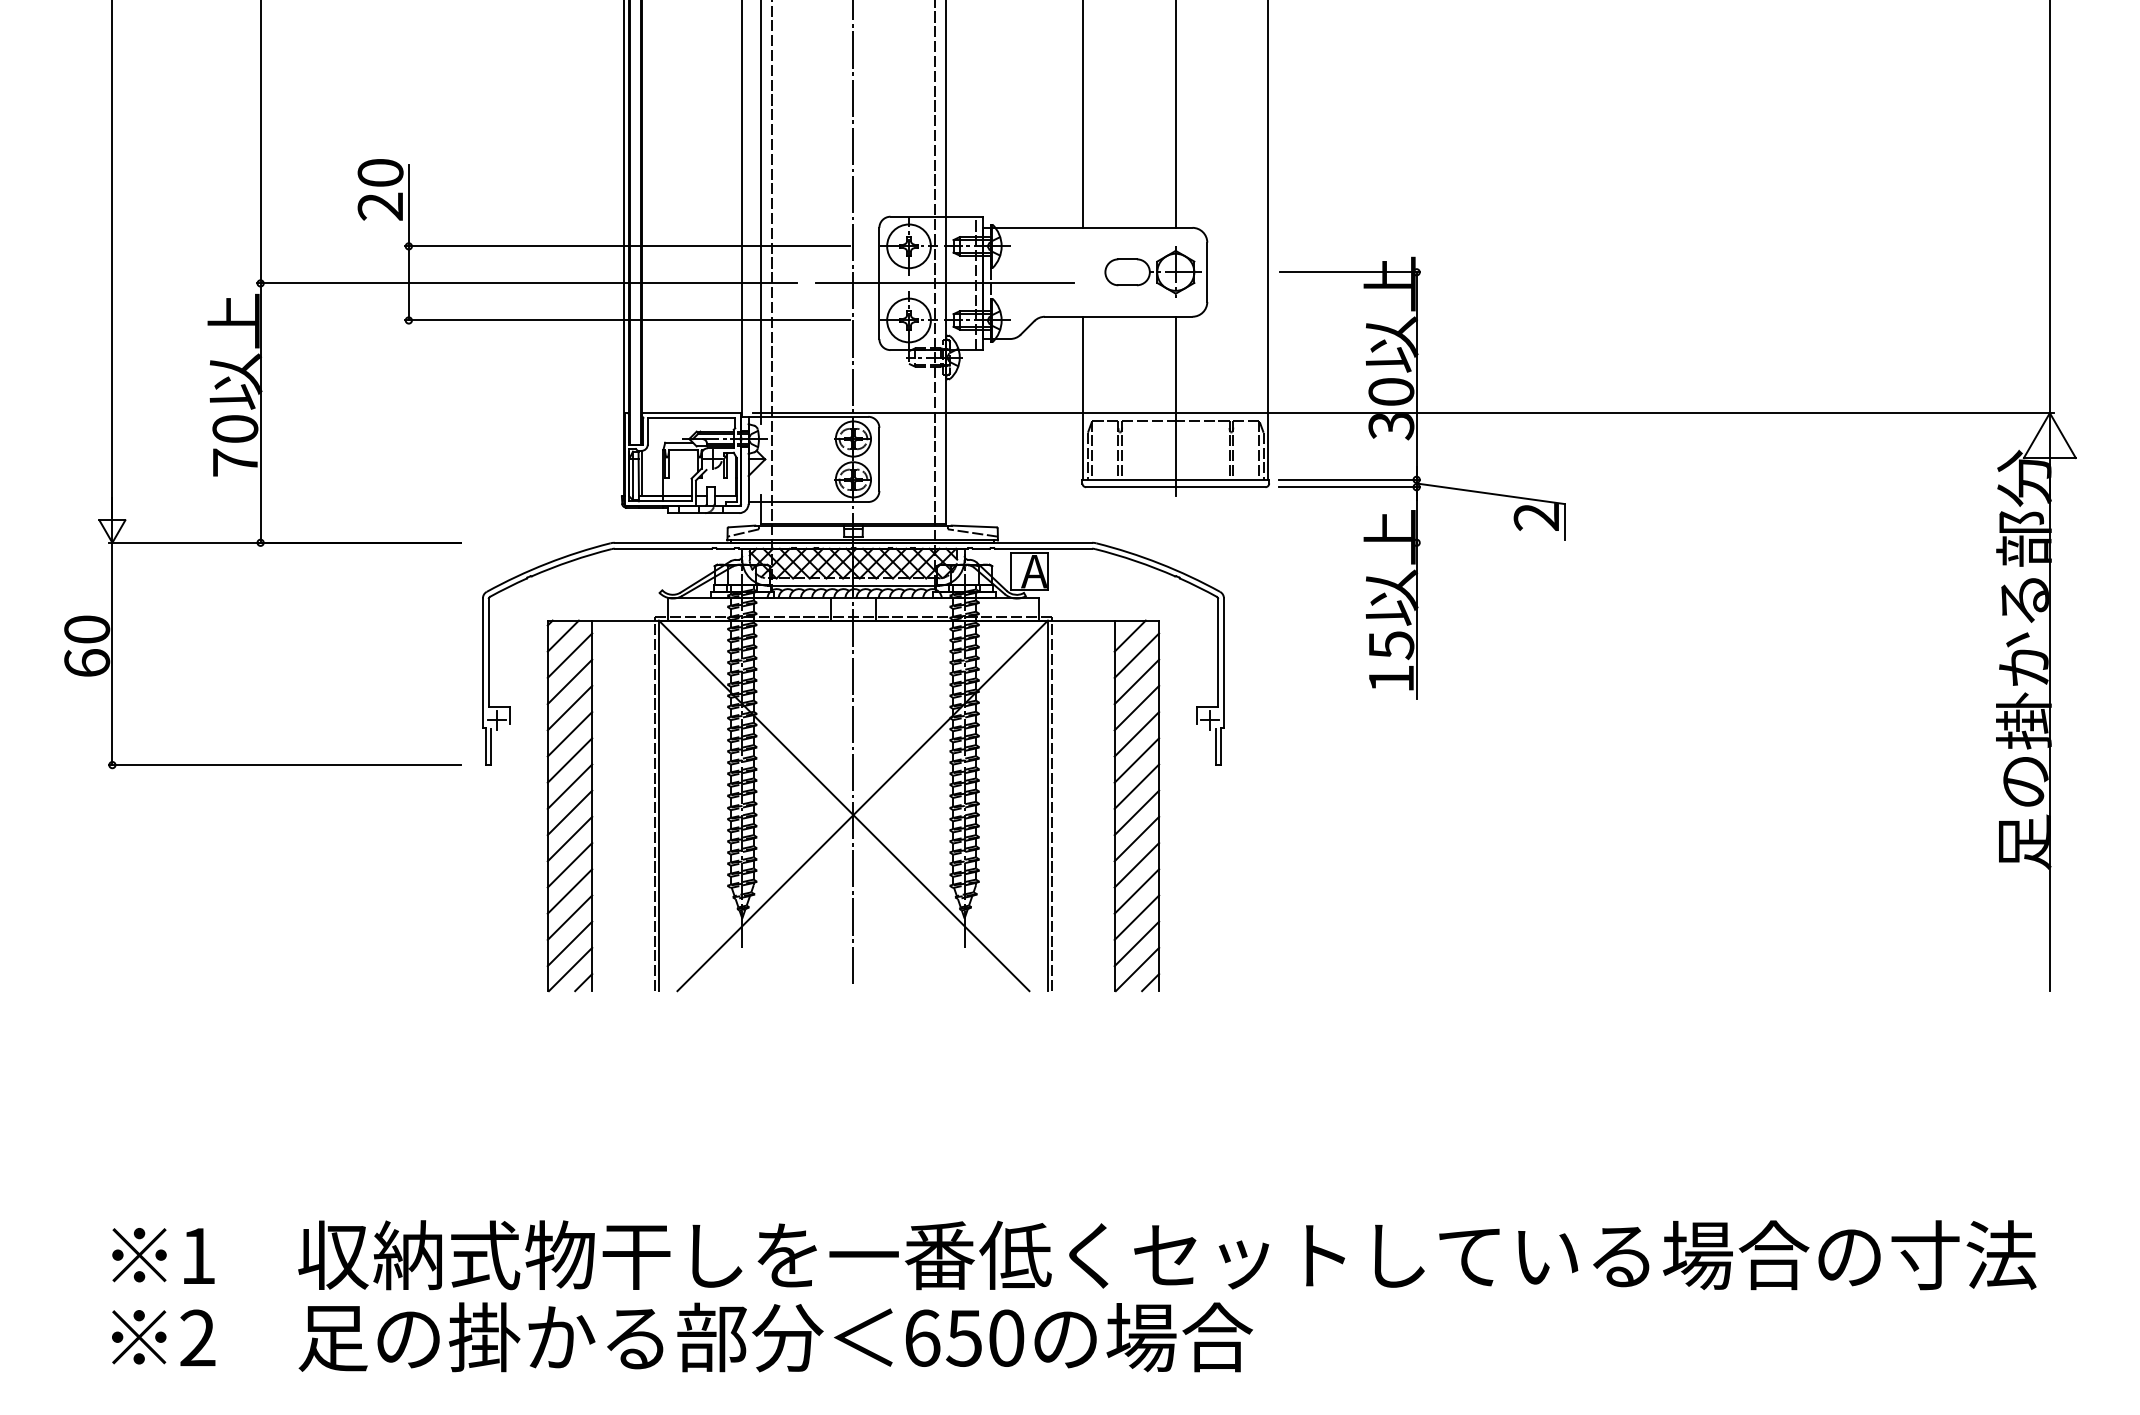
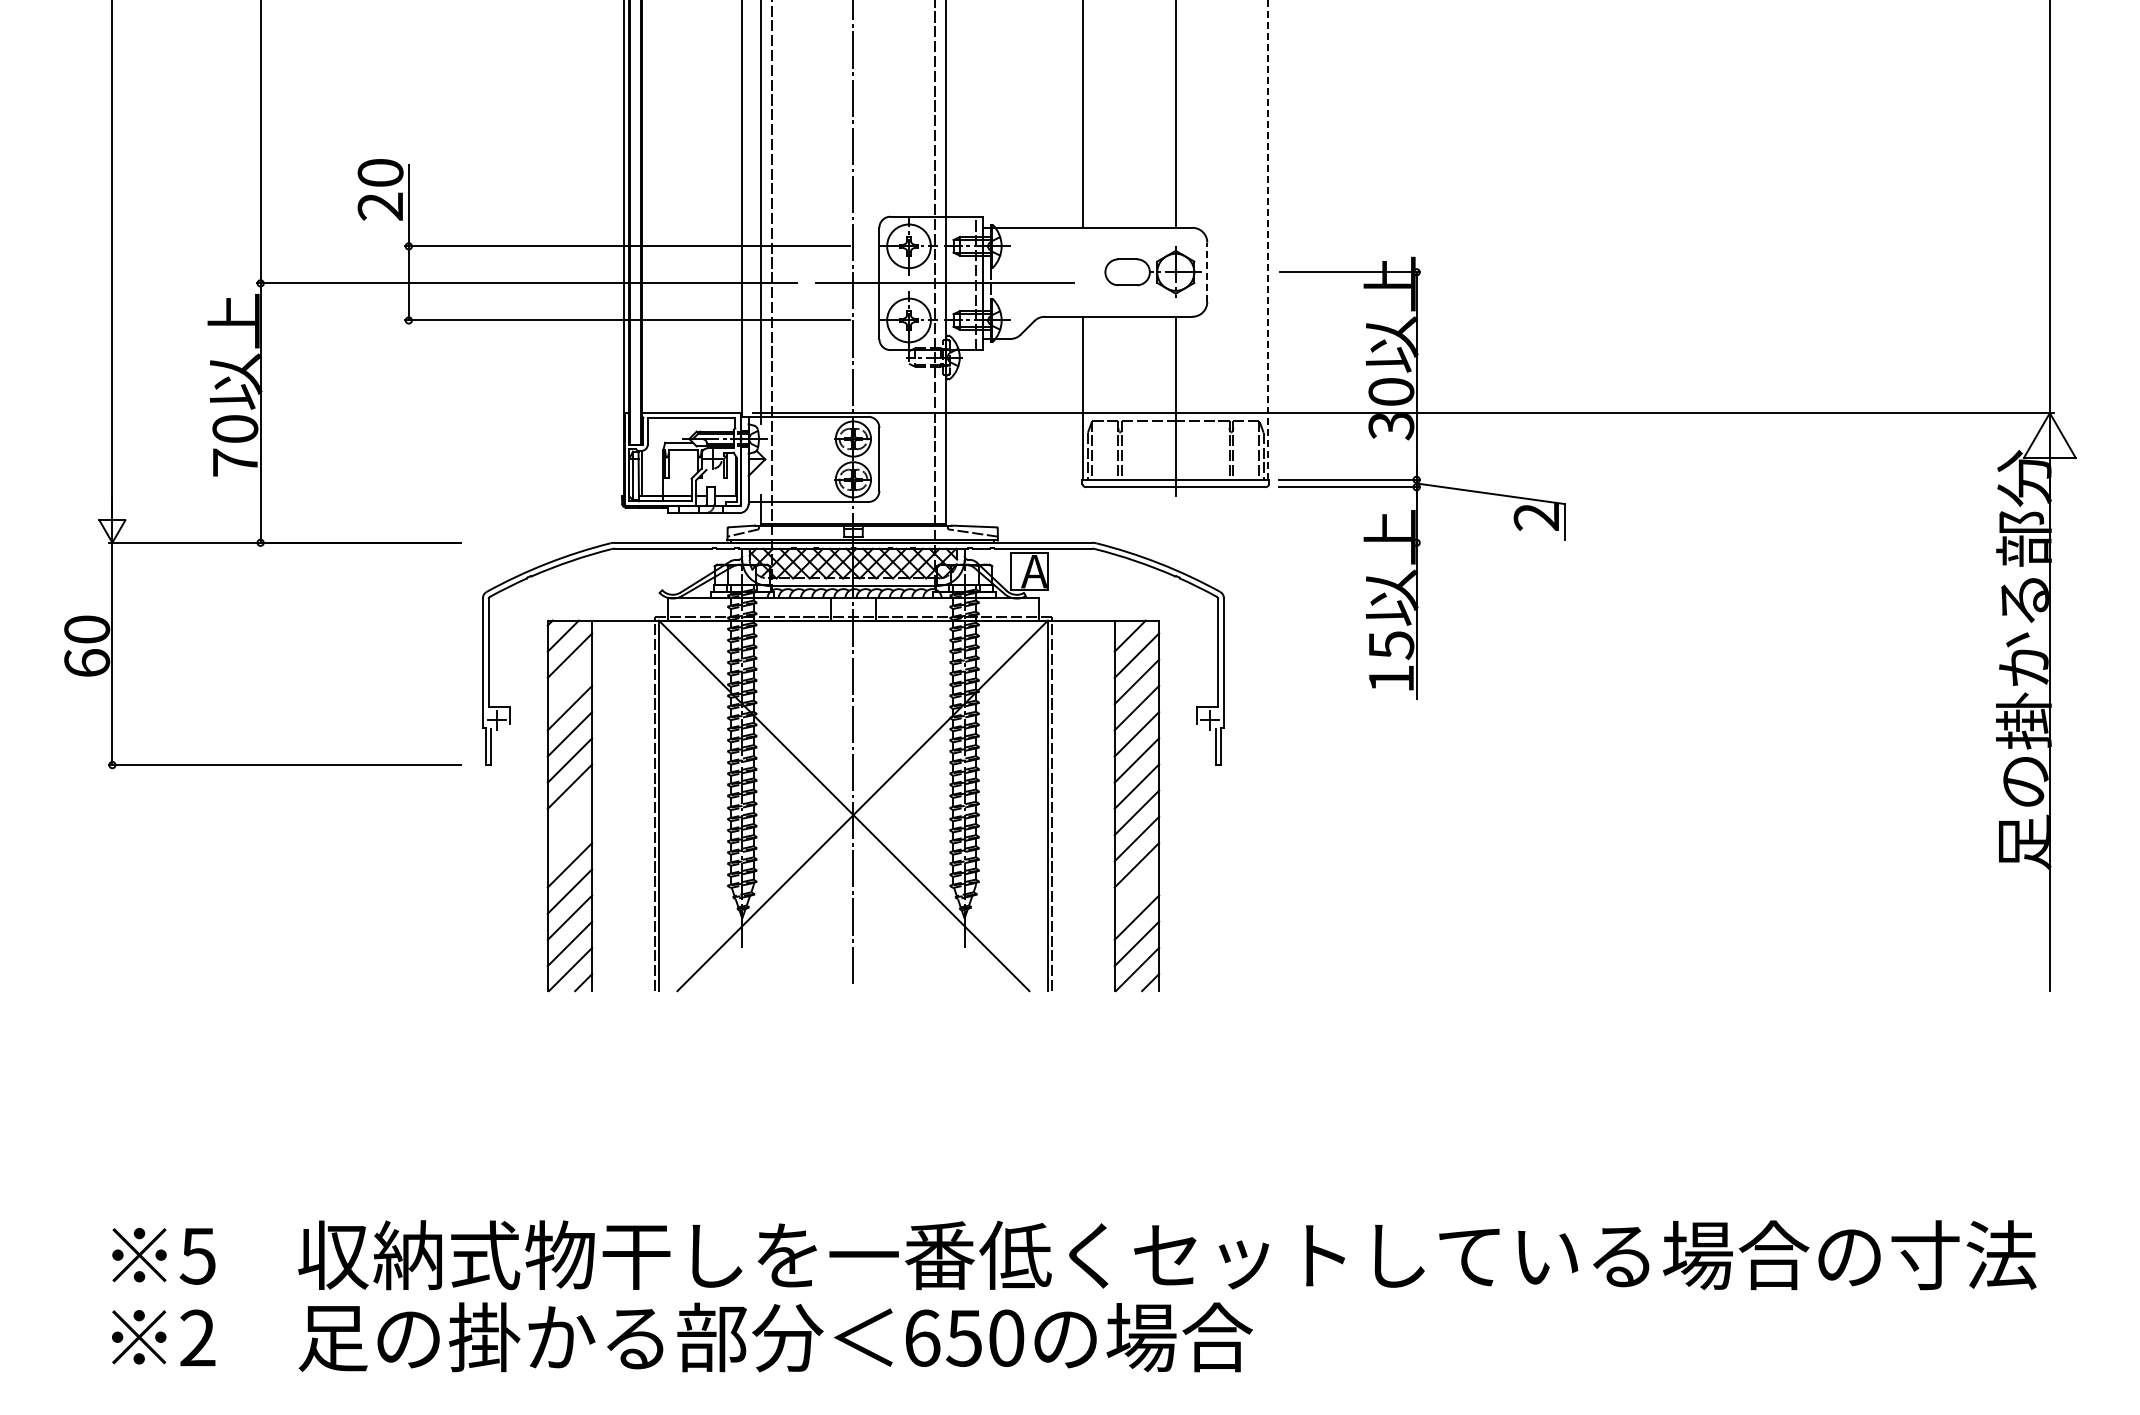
line at (1268, 239): solid -> dashed
line at (1207, 272): solid -> dashed
line at (569, 681): present -> none
line at (569, 812): present -> none
line at (569, 838): present -> none
line at (1136, 891): present -> none
text at (197, 1256): 1 -> 5
